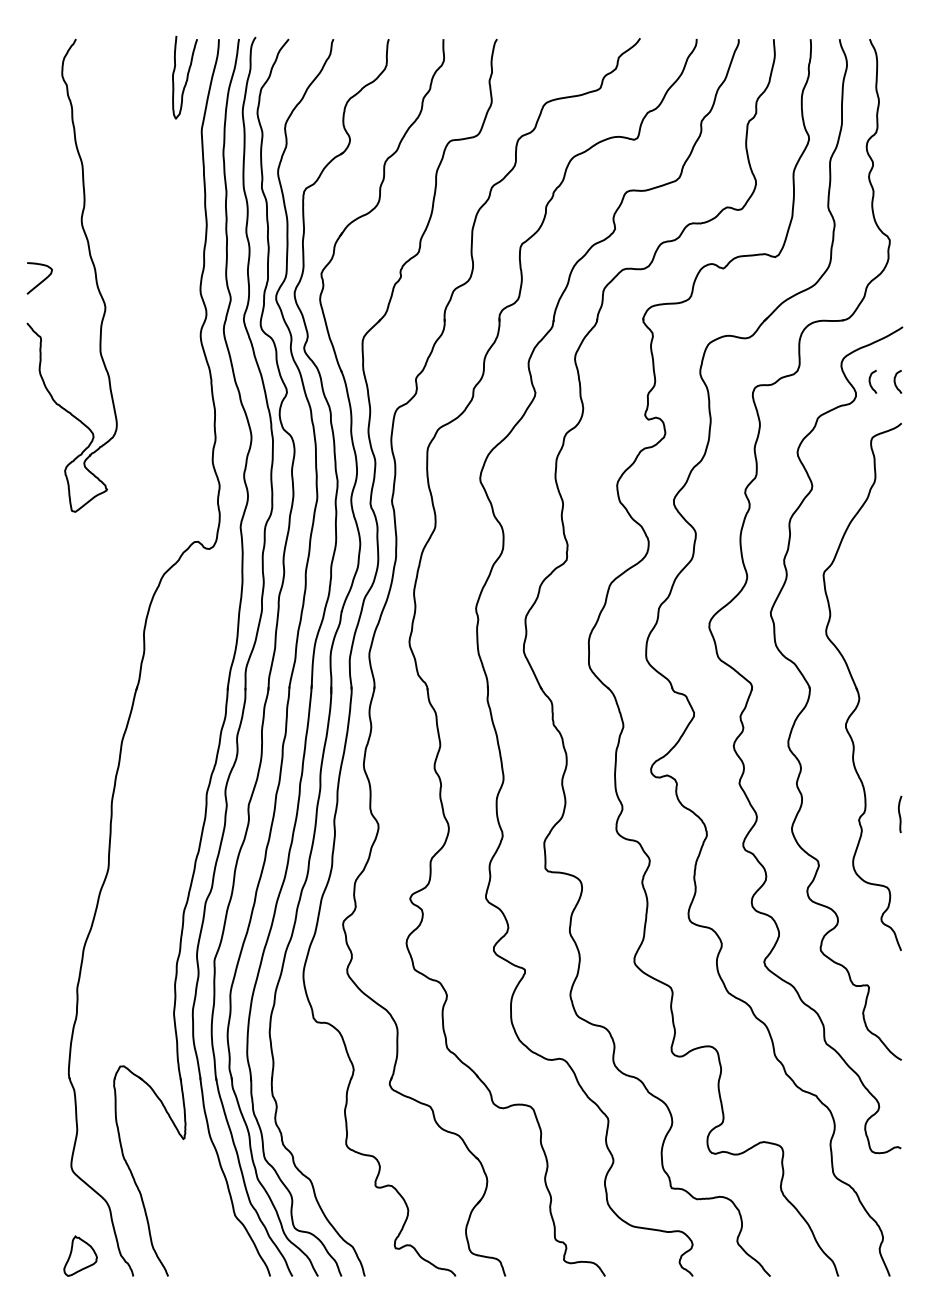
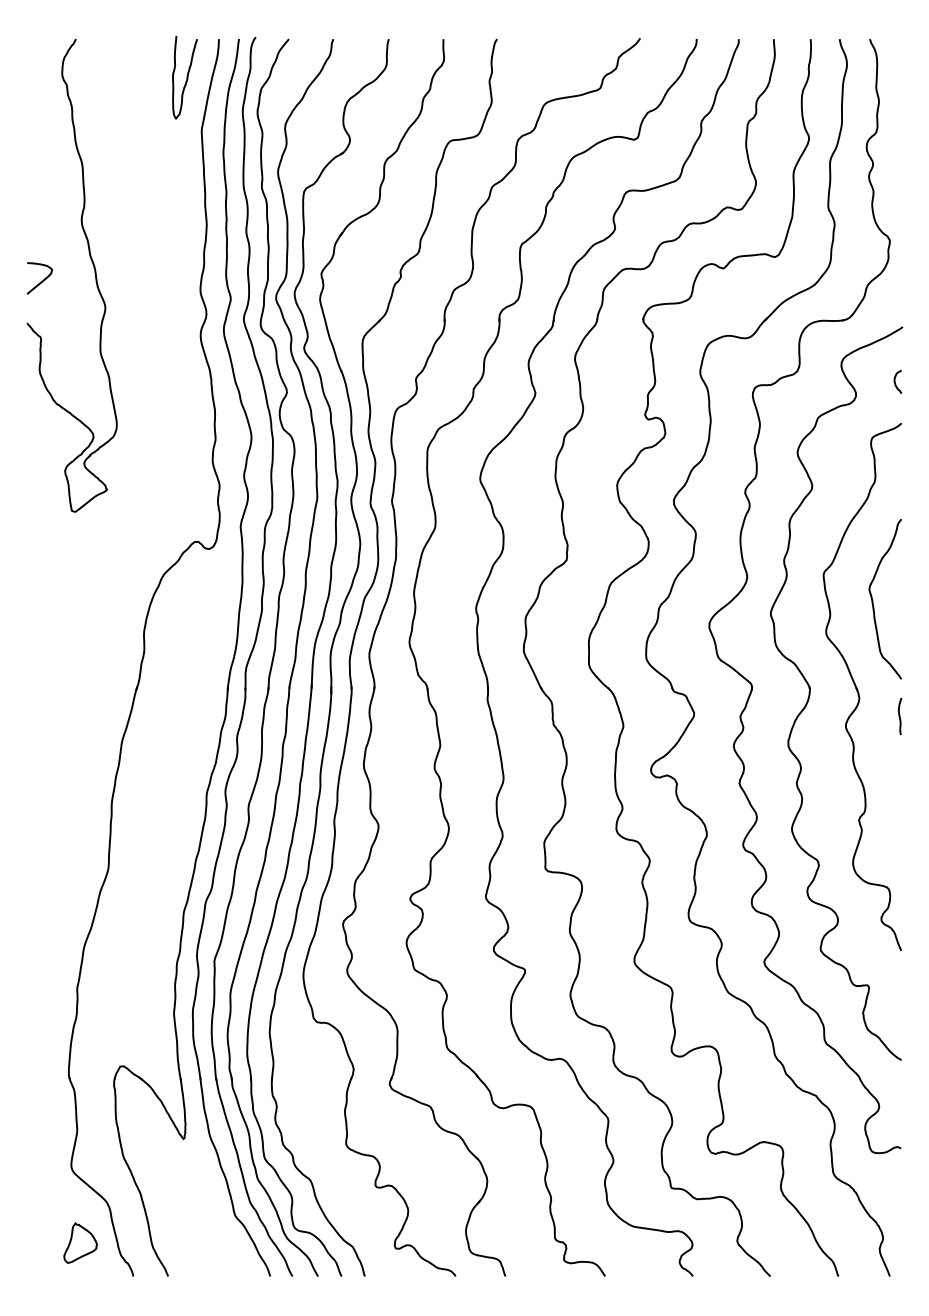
curve at (870, 381): present -> none
curve at (873, 600): none -> present
curve at (900, 814) position: (900, 814) -> (900, 716)
part at (80, 1255) position: (80, 1255) -> (80, 1242)
